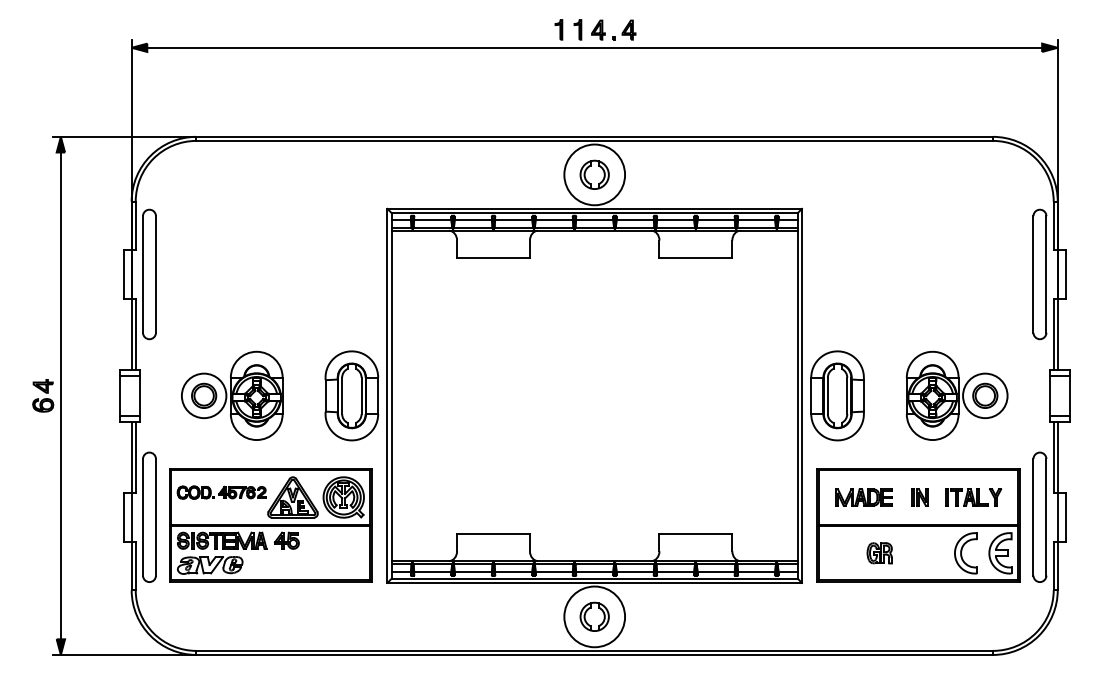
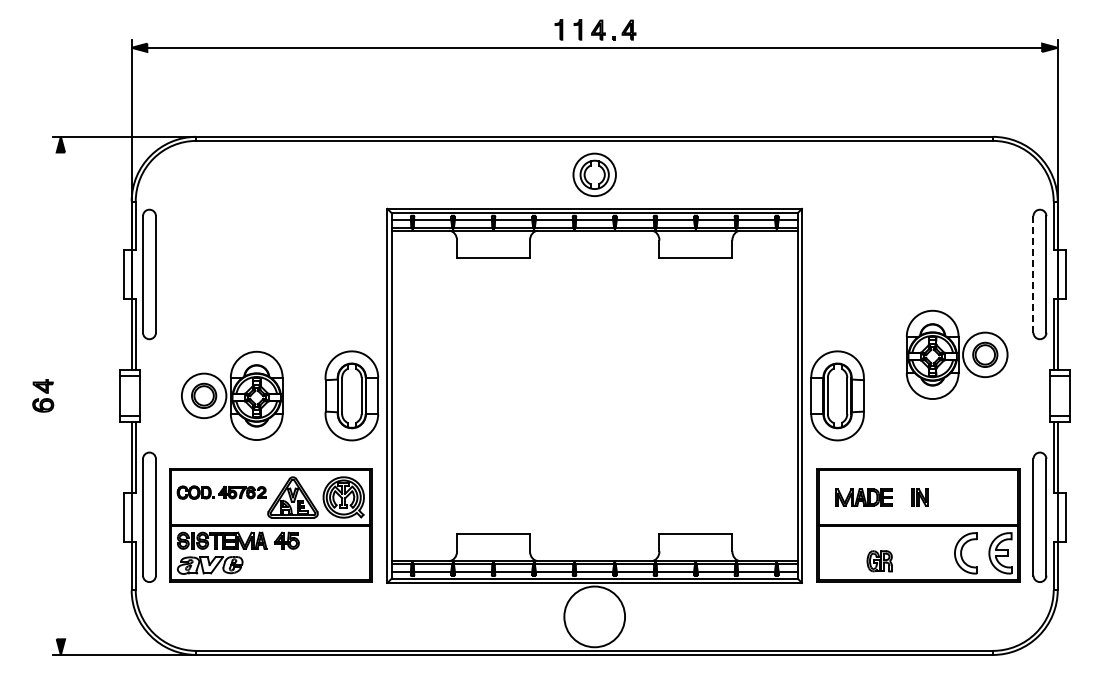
circle at (594, 174) diameter: 61 px -> 42 px
line at (1033, 274): solid -> dashed
line at (60, 395): present -> none
part at (956, 395) position: (956, 395) -> (956, 354)
part at (973, 497): present -> none
part at (879, 553) position: (879, 553) -> (879, 561)
part at (594, 616): present -> none
